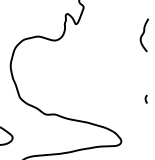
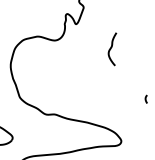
curve at (143, 35) position: (143, 35) -> (111, 49)
